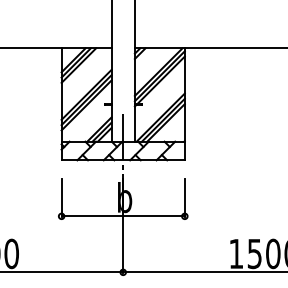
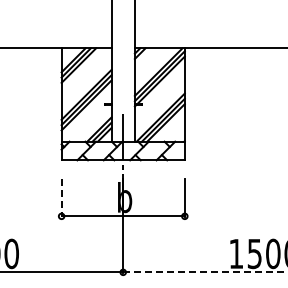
line at (61, 197): solid -> dashed
line at (205, 272): solid -> dashed
